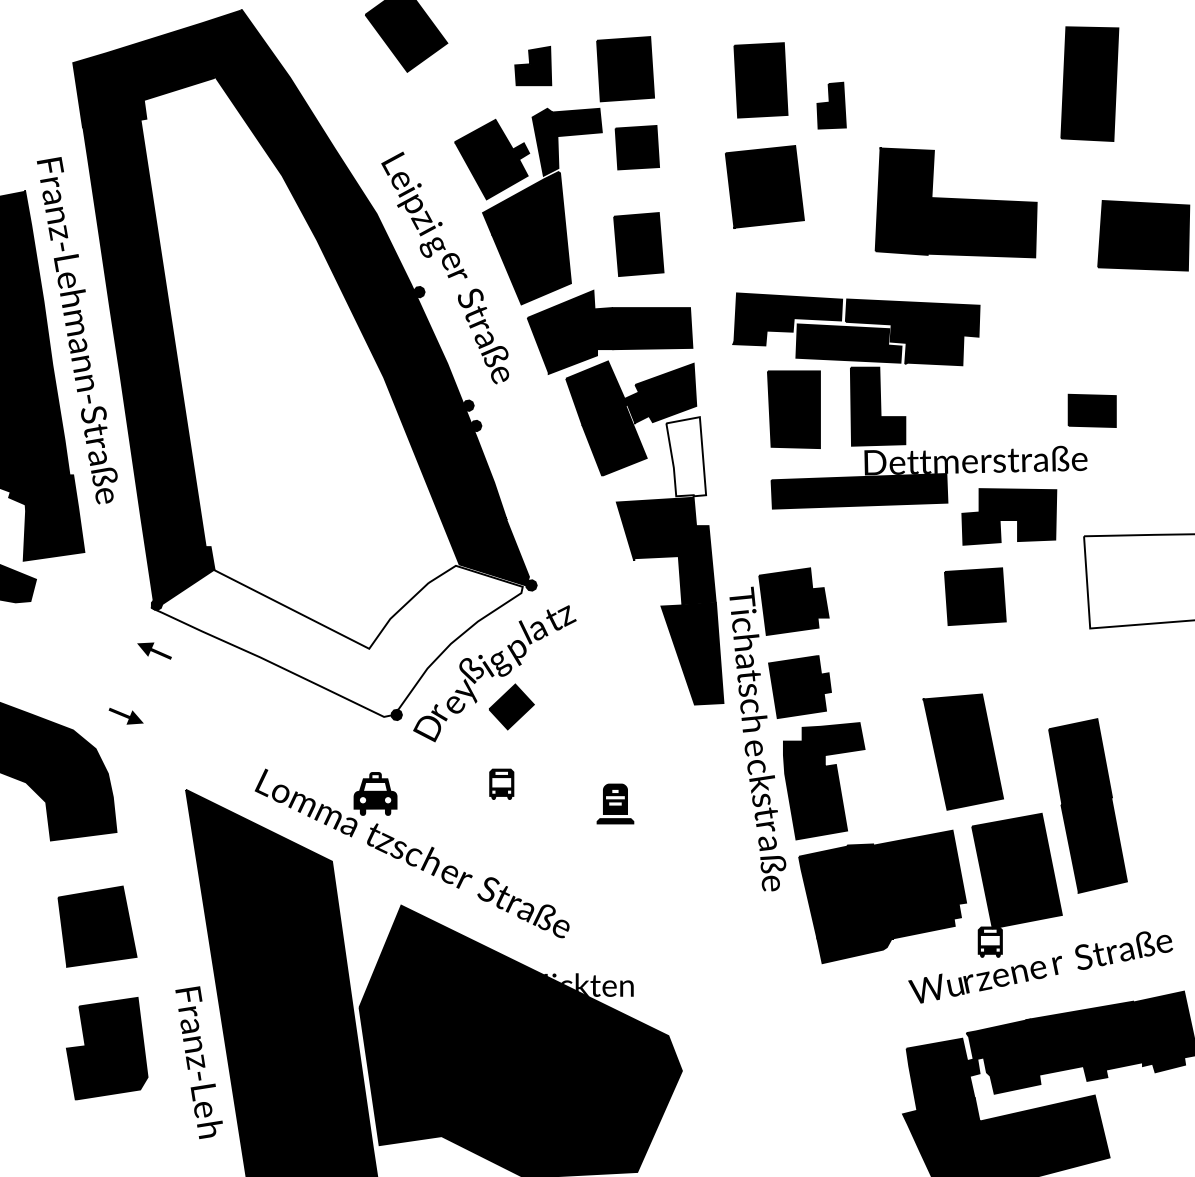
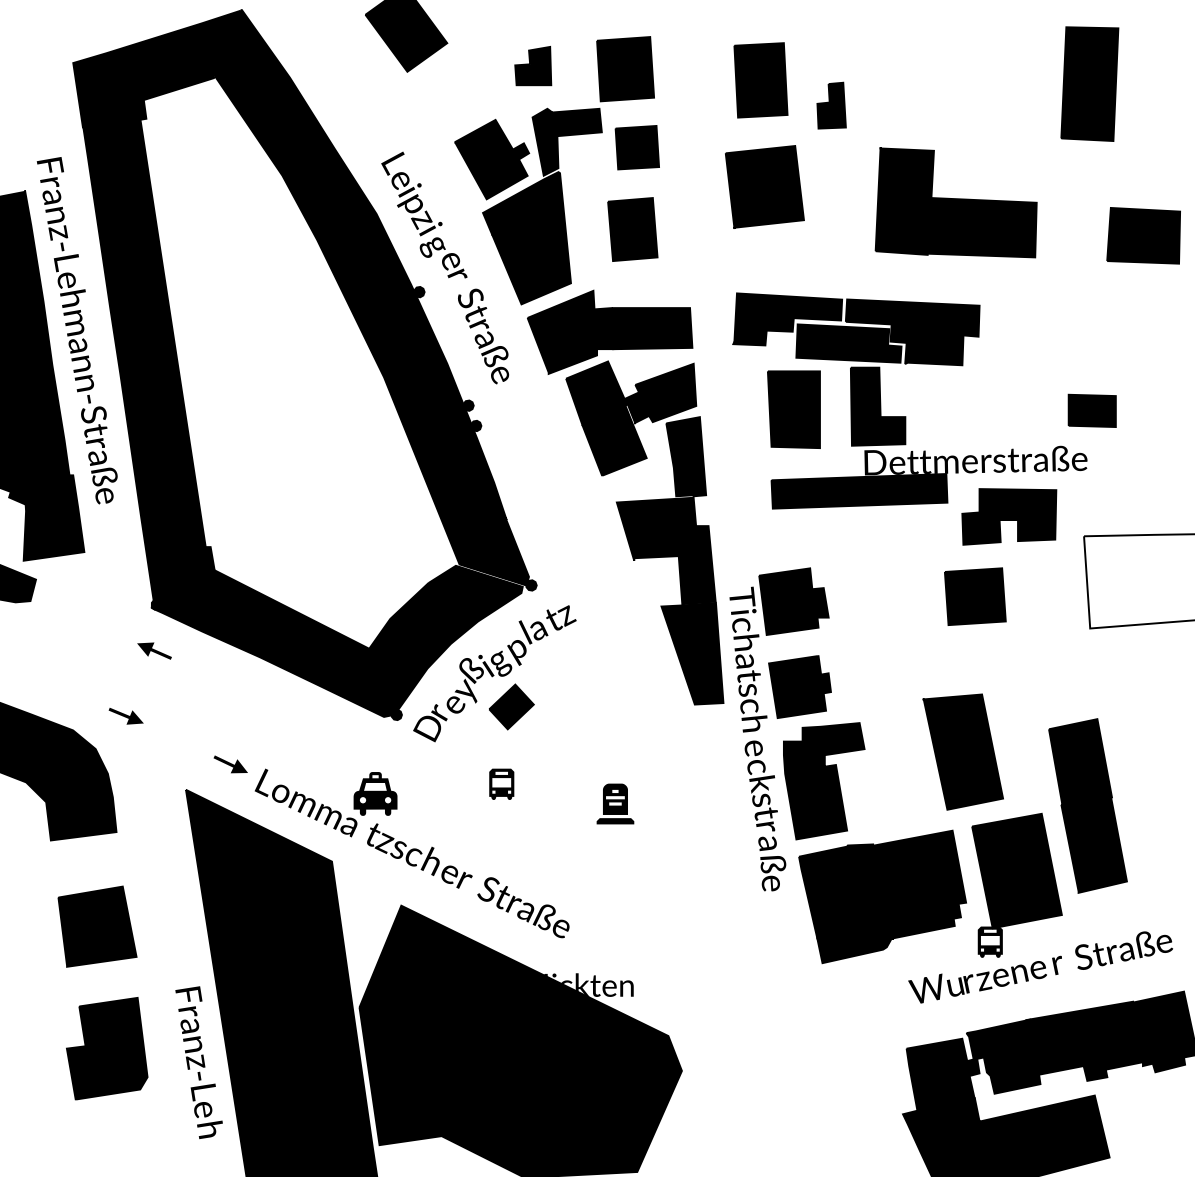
part at (1143, 235) size: 94x72 px -> 75x58 px
part at (638, 244) position: (638, 244) -> (632, 229)
fill at (686, 456): none -> present
fill at (336, 640): none -> present
part at (230, 764): none -> present
